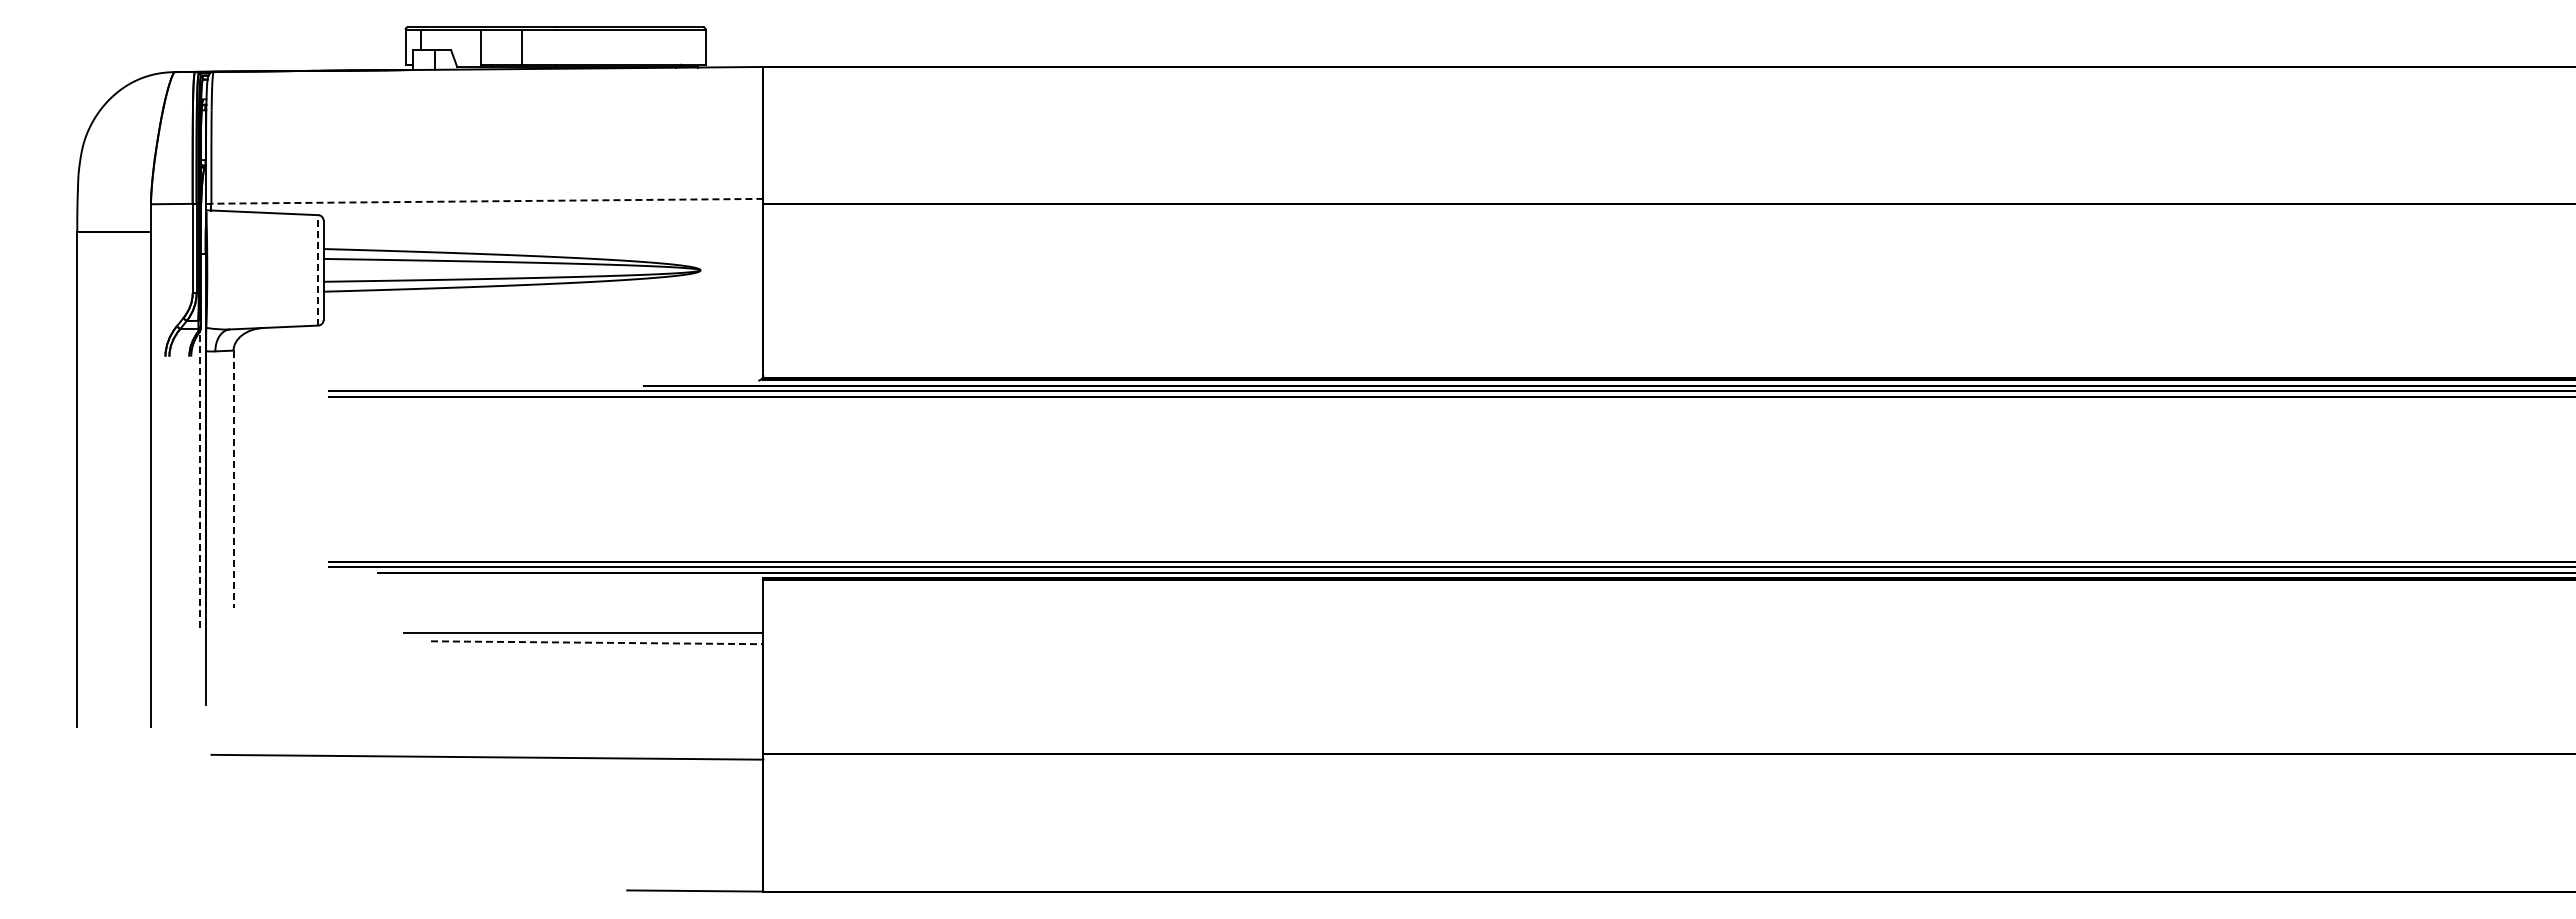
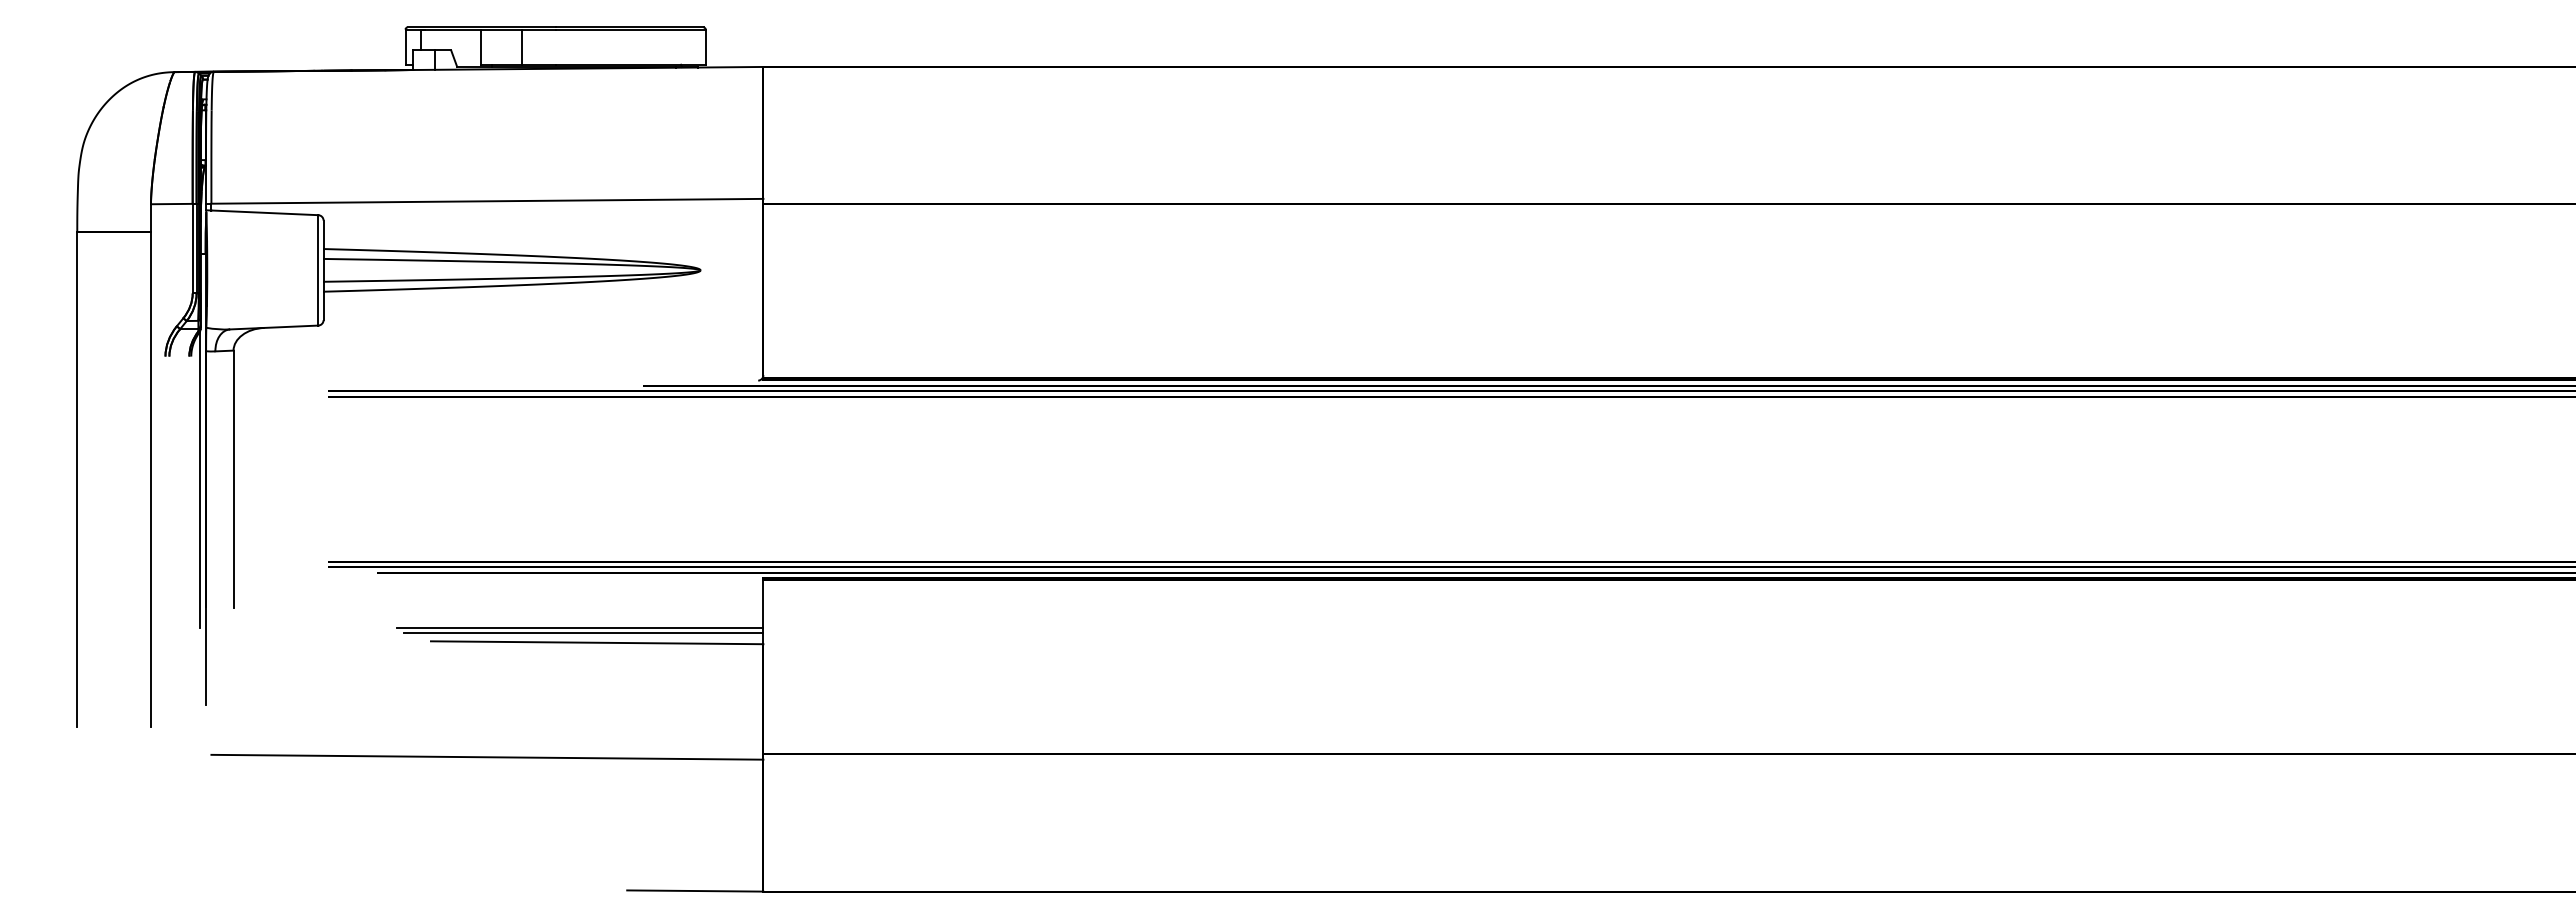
line at (486, 201): dashed -> solid
line at (318, 269): dashed -> solid
line at (200, 478): dashed -> solid
line at (233, 479): dashed -> solid
line at (580, 627): none -> present
line at (597, 642): dashed -> solid
